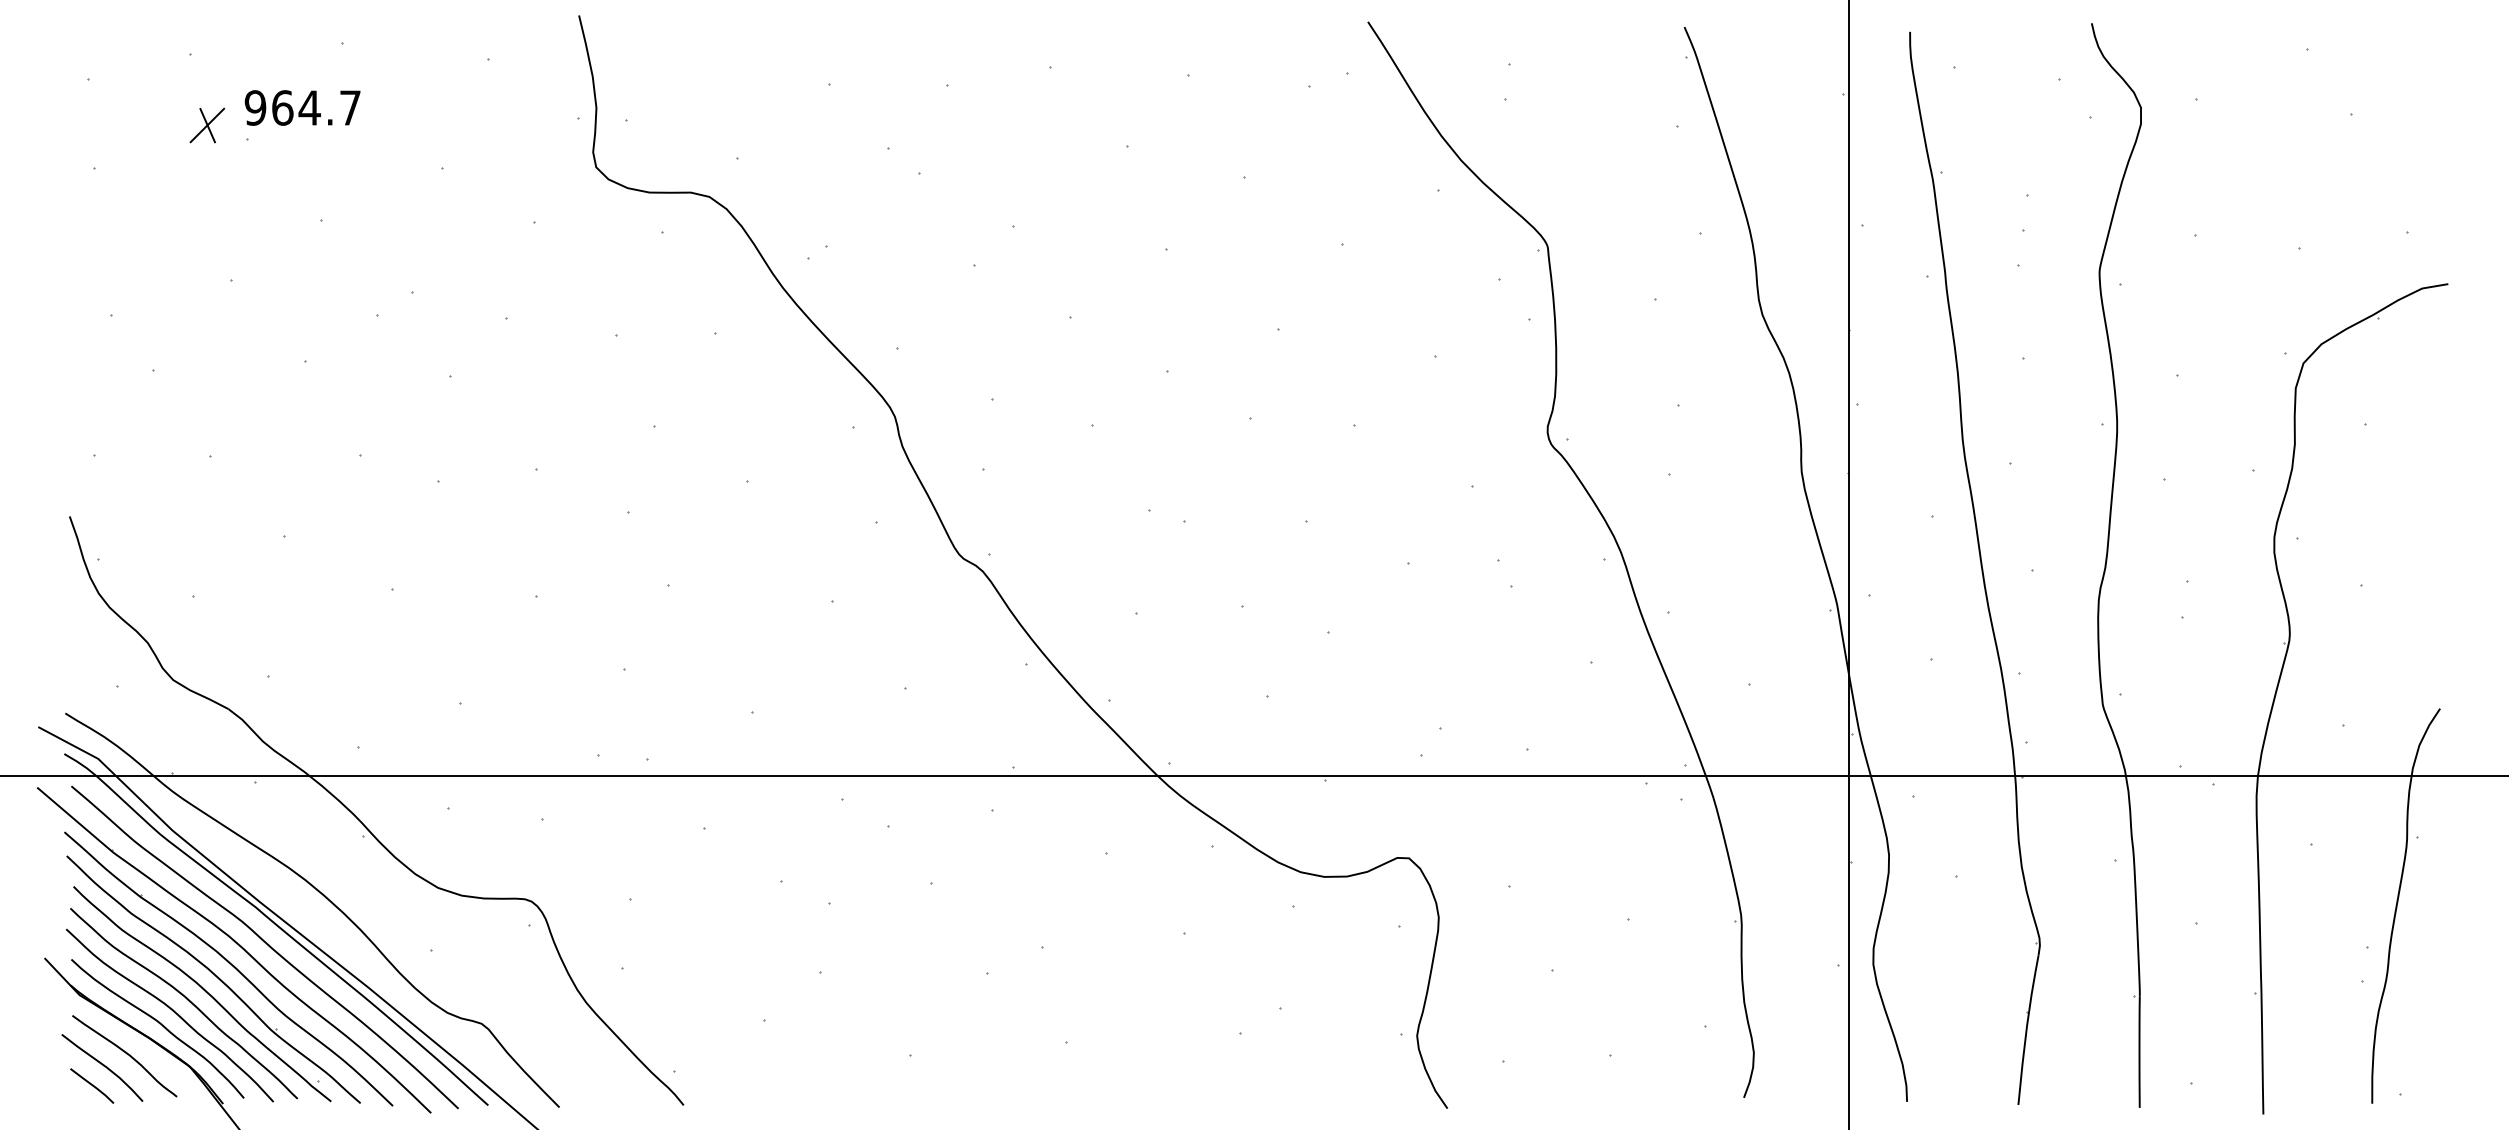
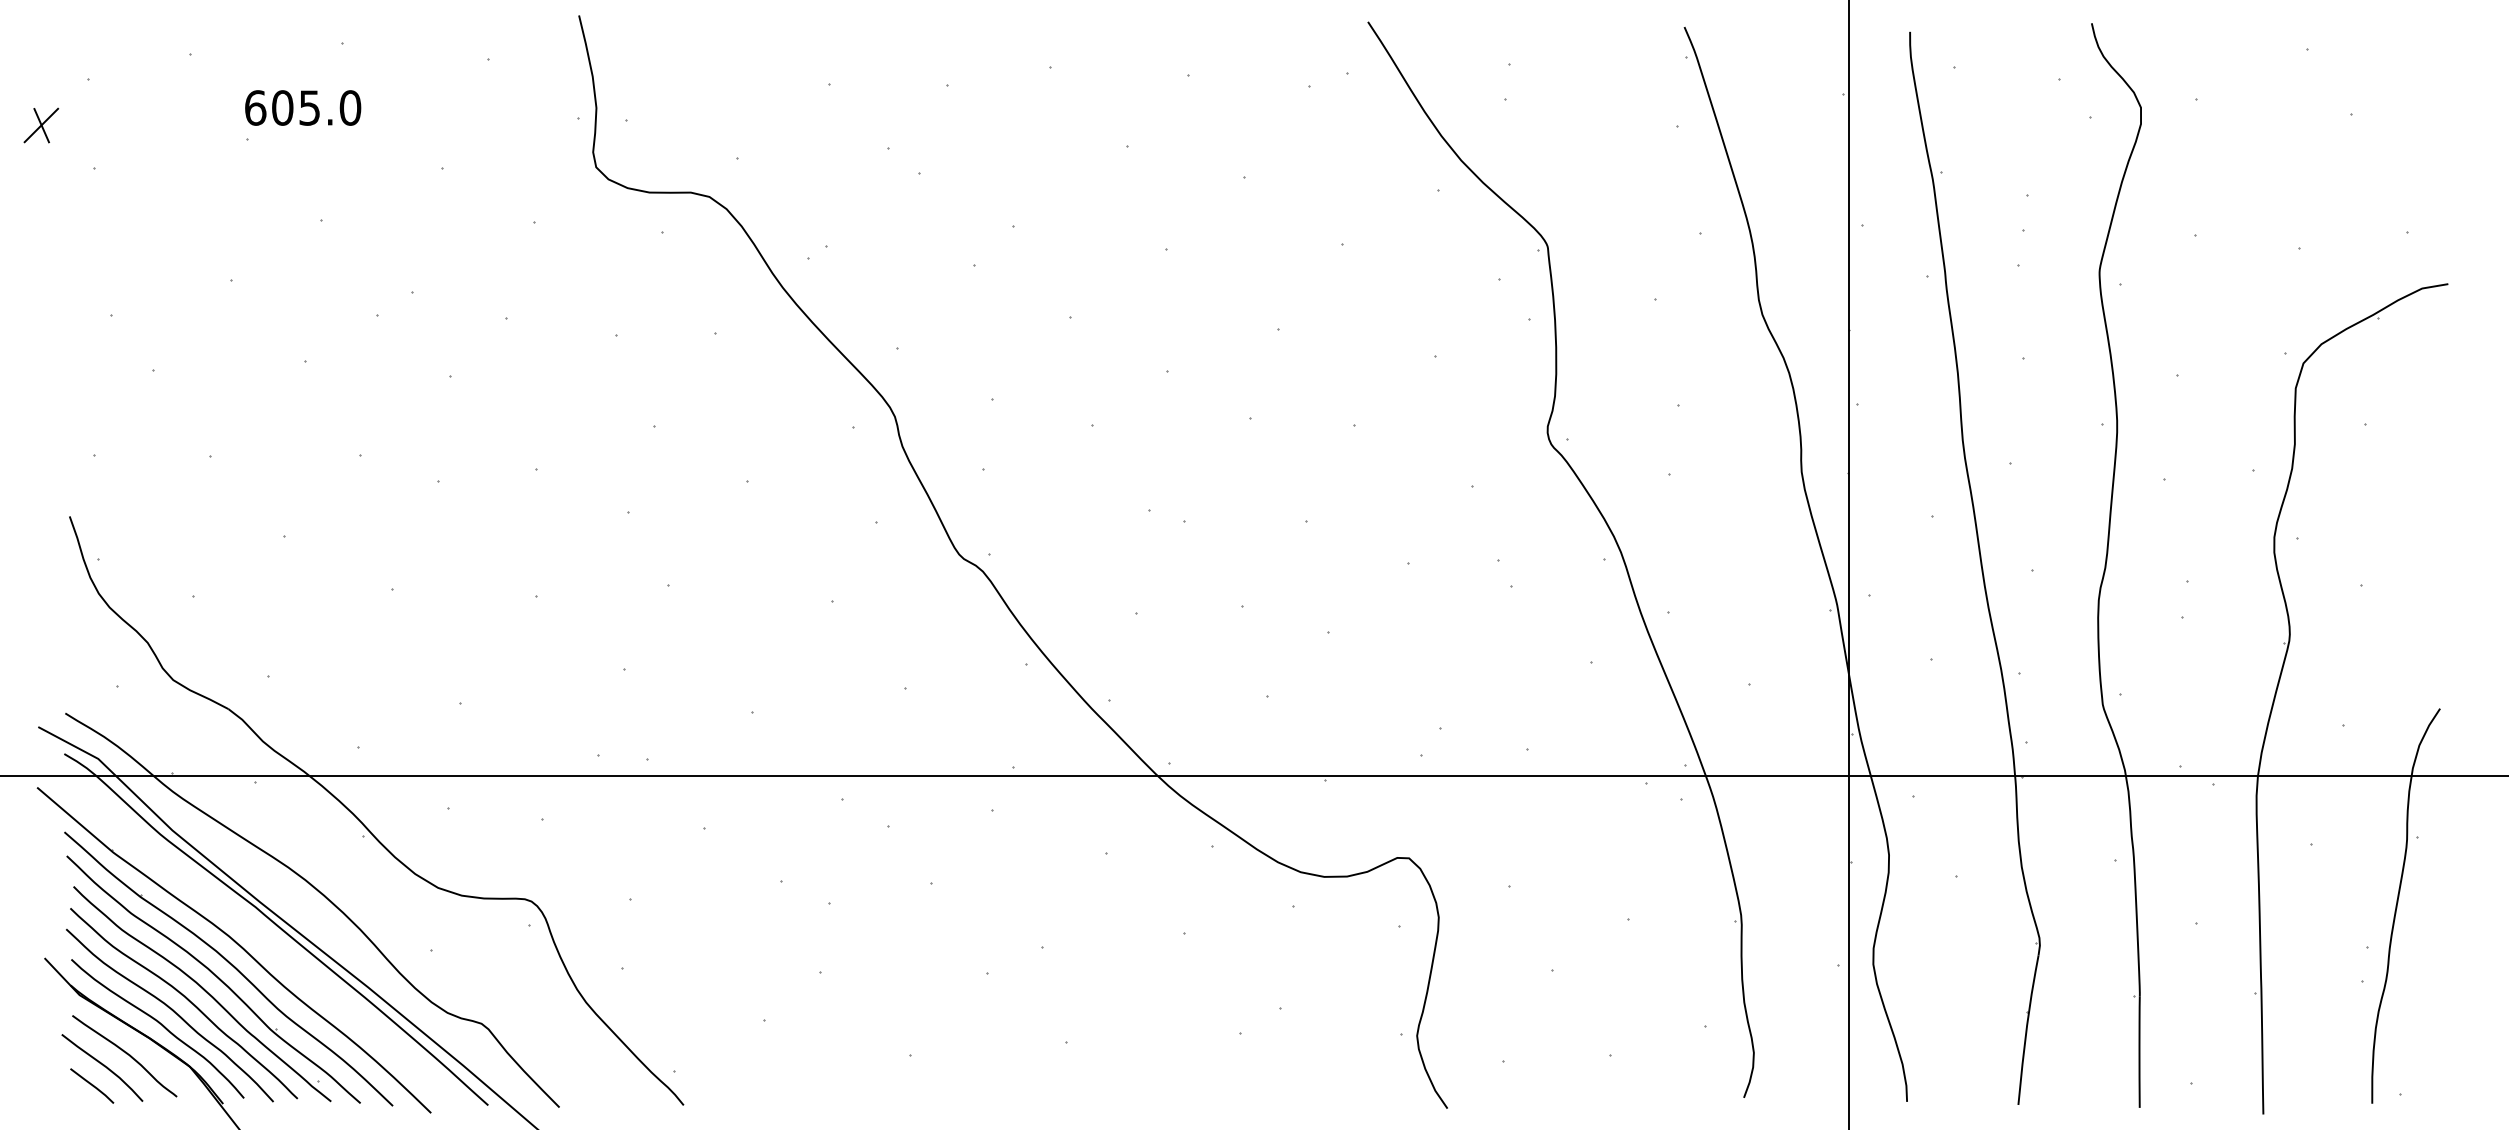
text at (302, 107): 964.7 -> 605.0
part at (207, 125) position: (207, 125) -> (41, 125)
curve at (266, 944): present -> none
